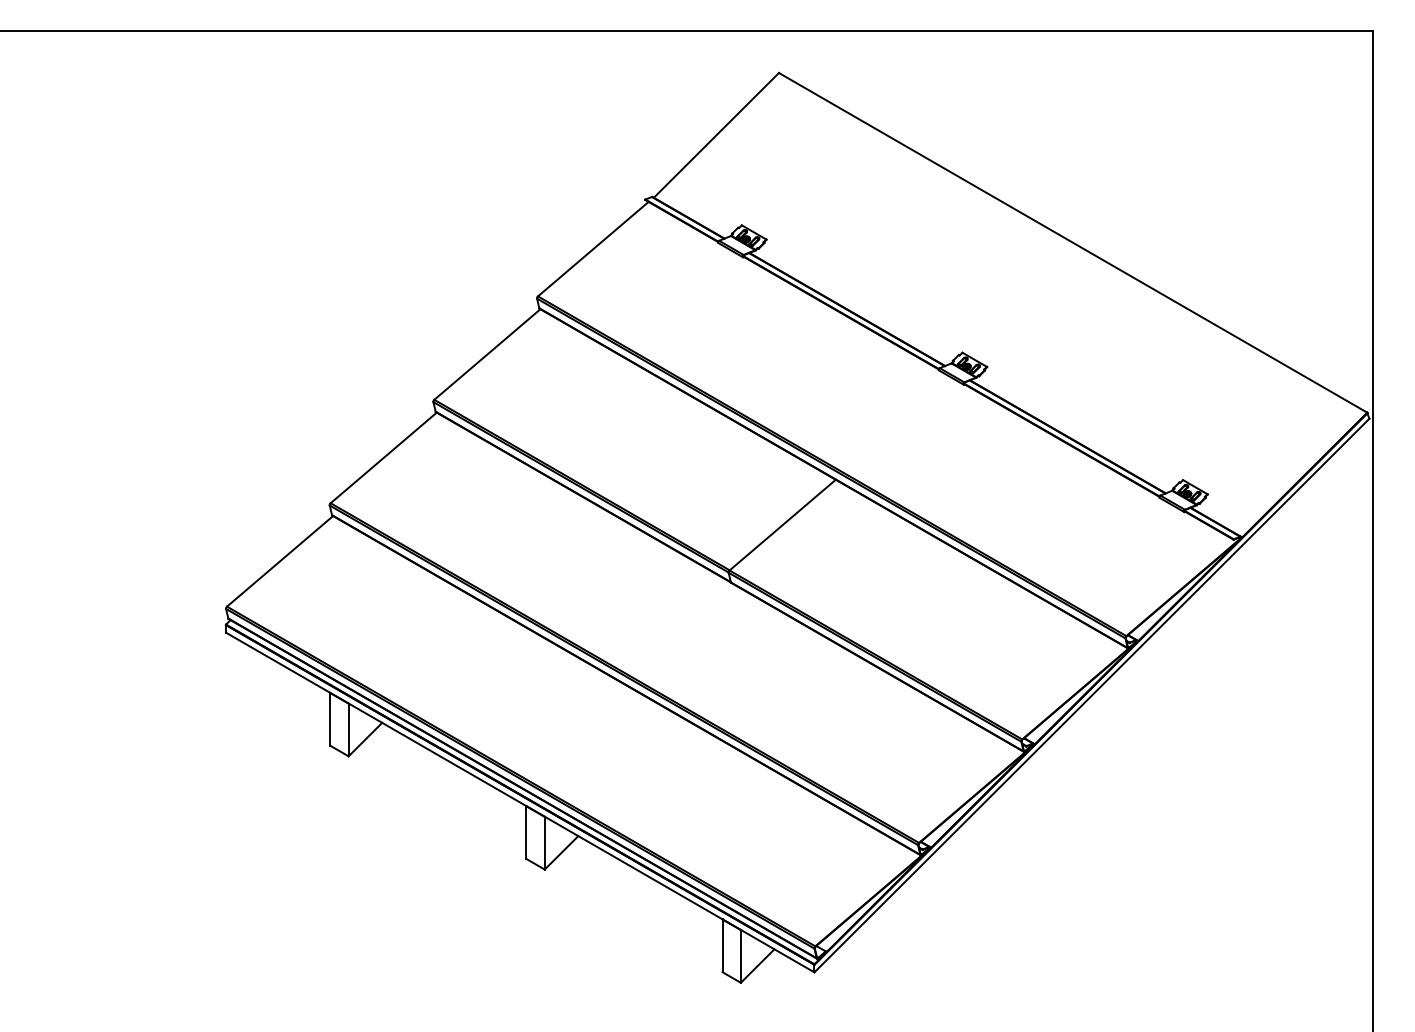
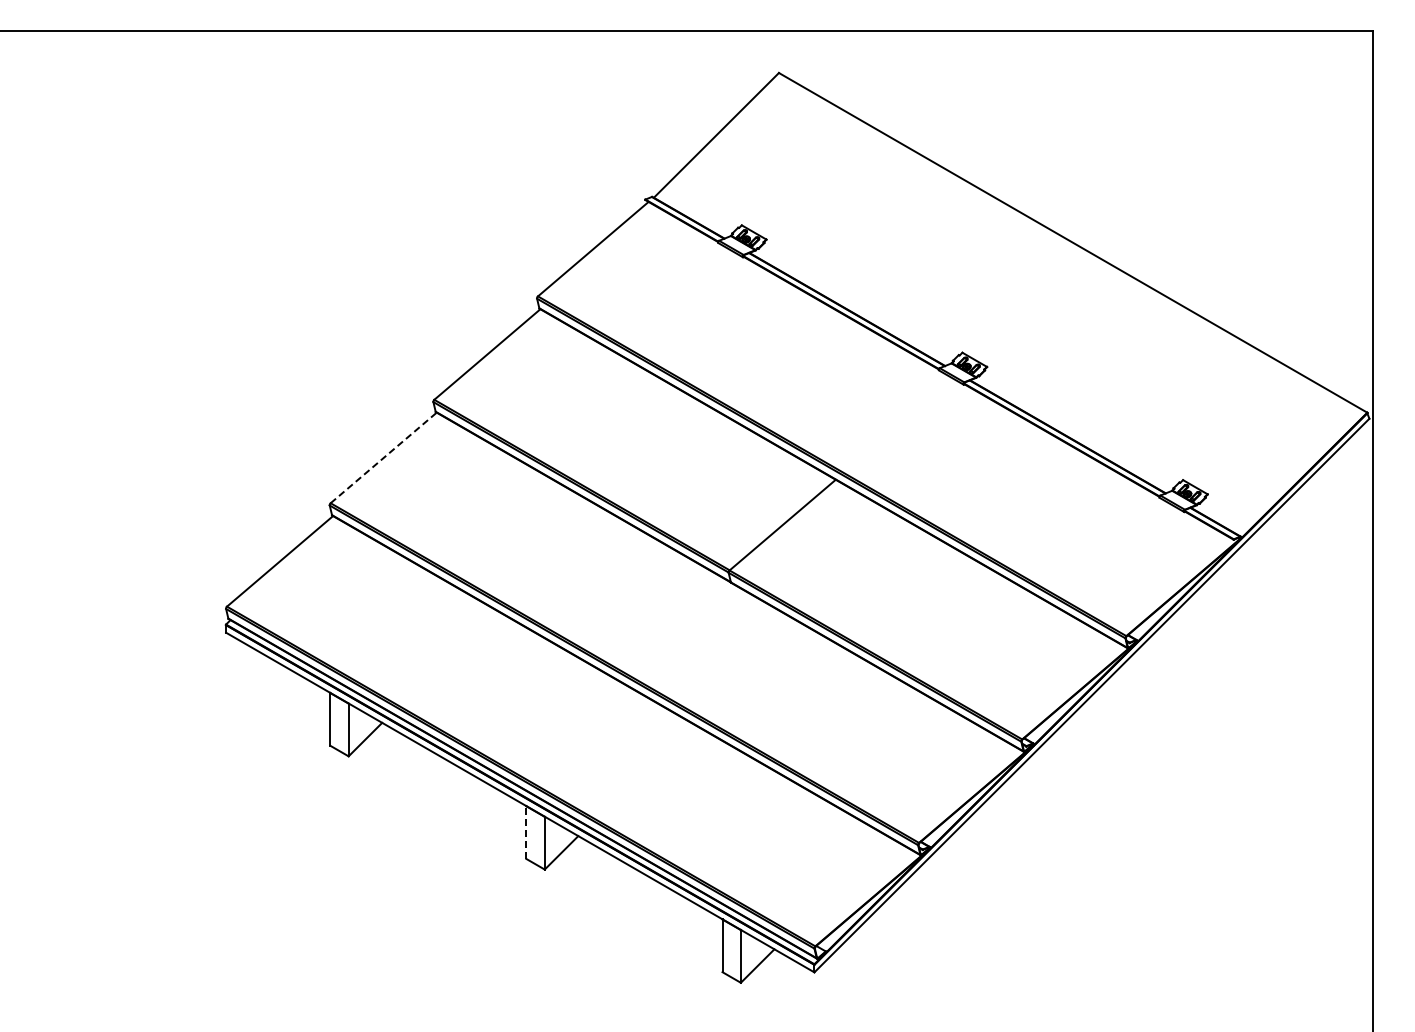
line at (383, 457): solid -> dashed
line at (526, 832): solid -> dashed
